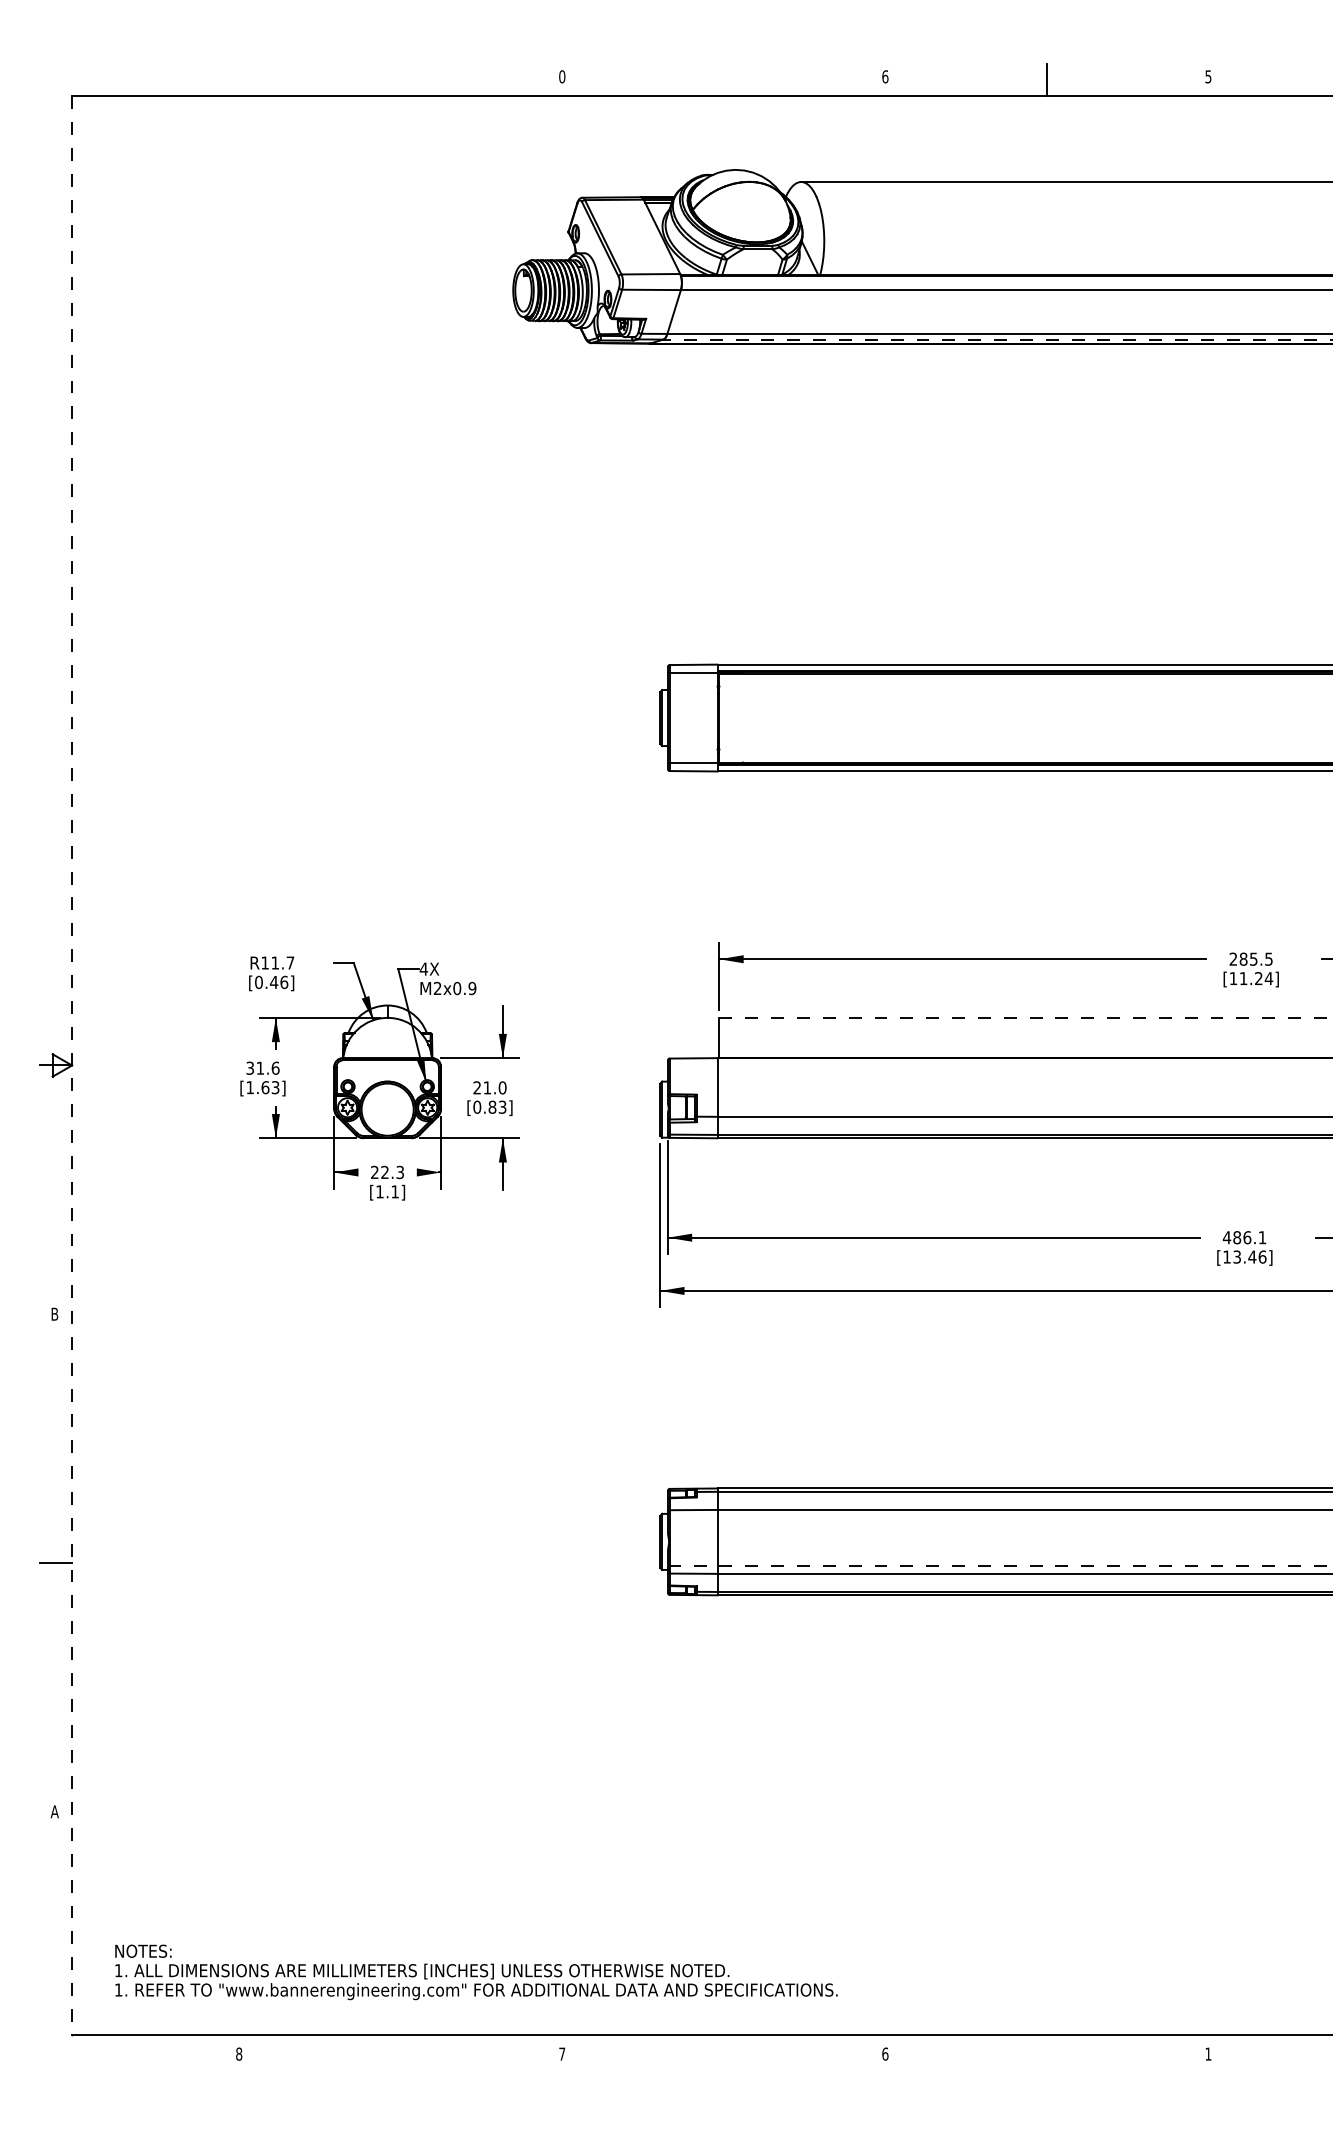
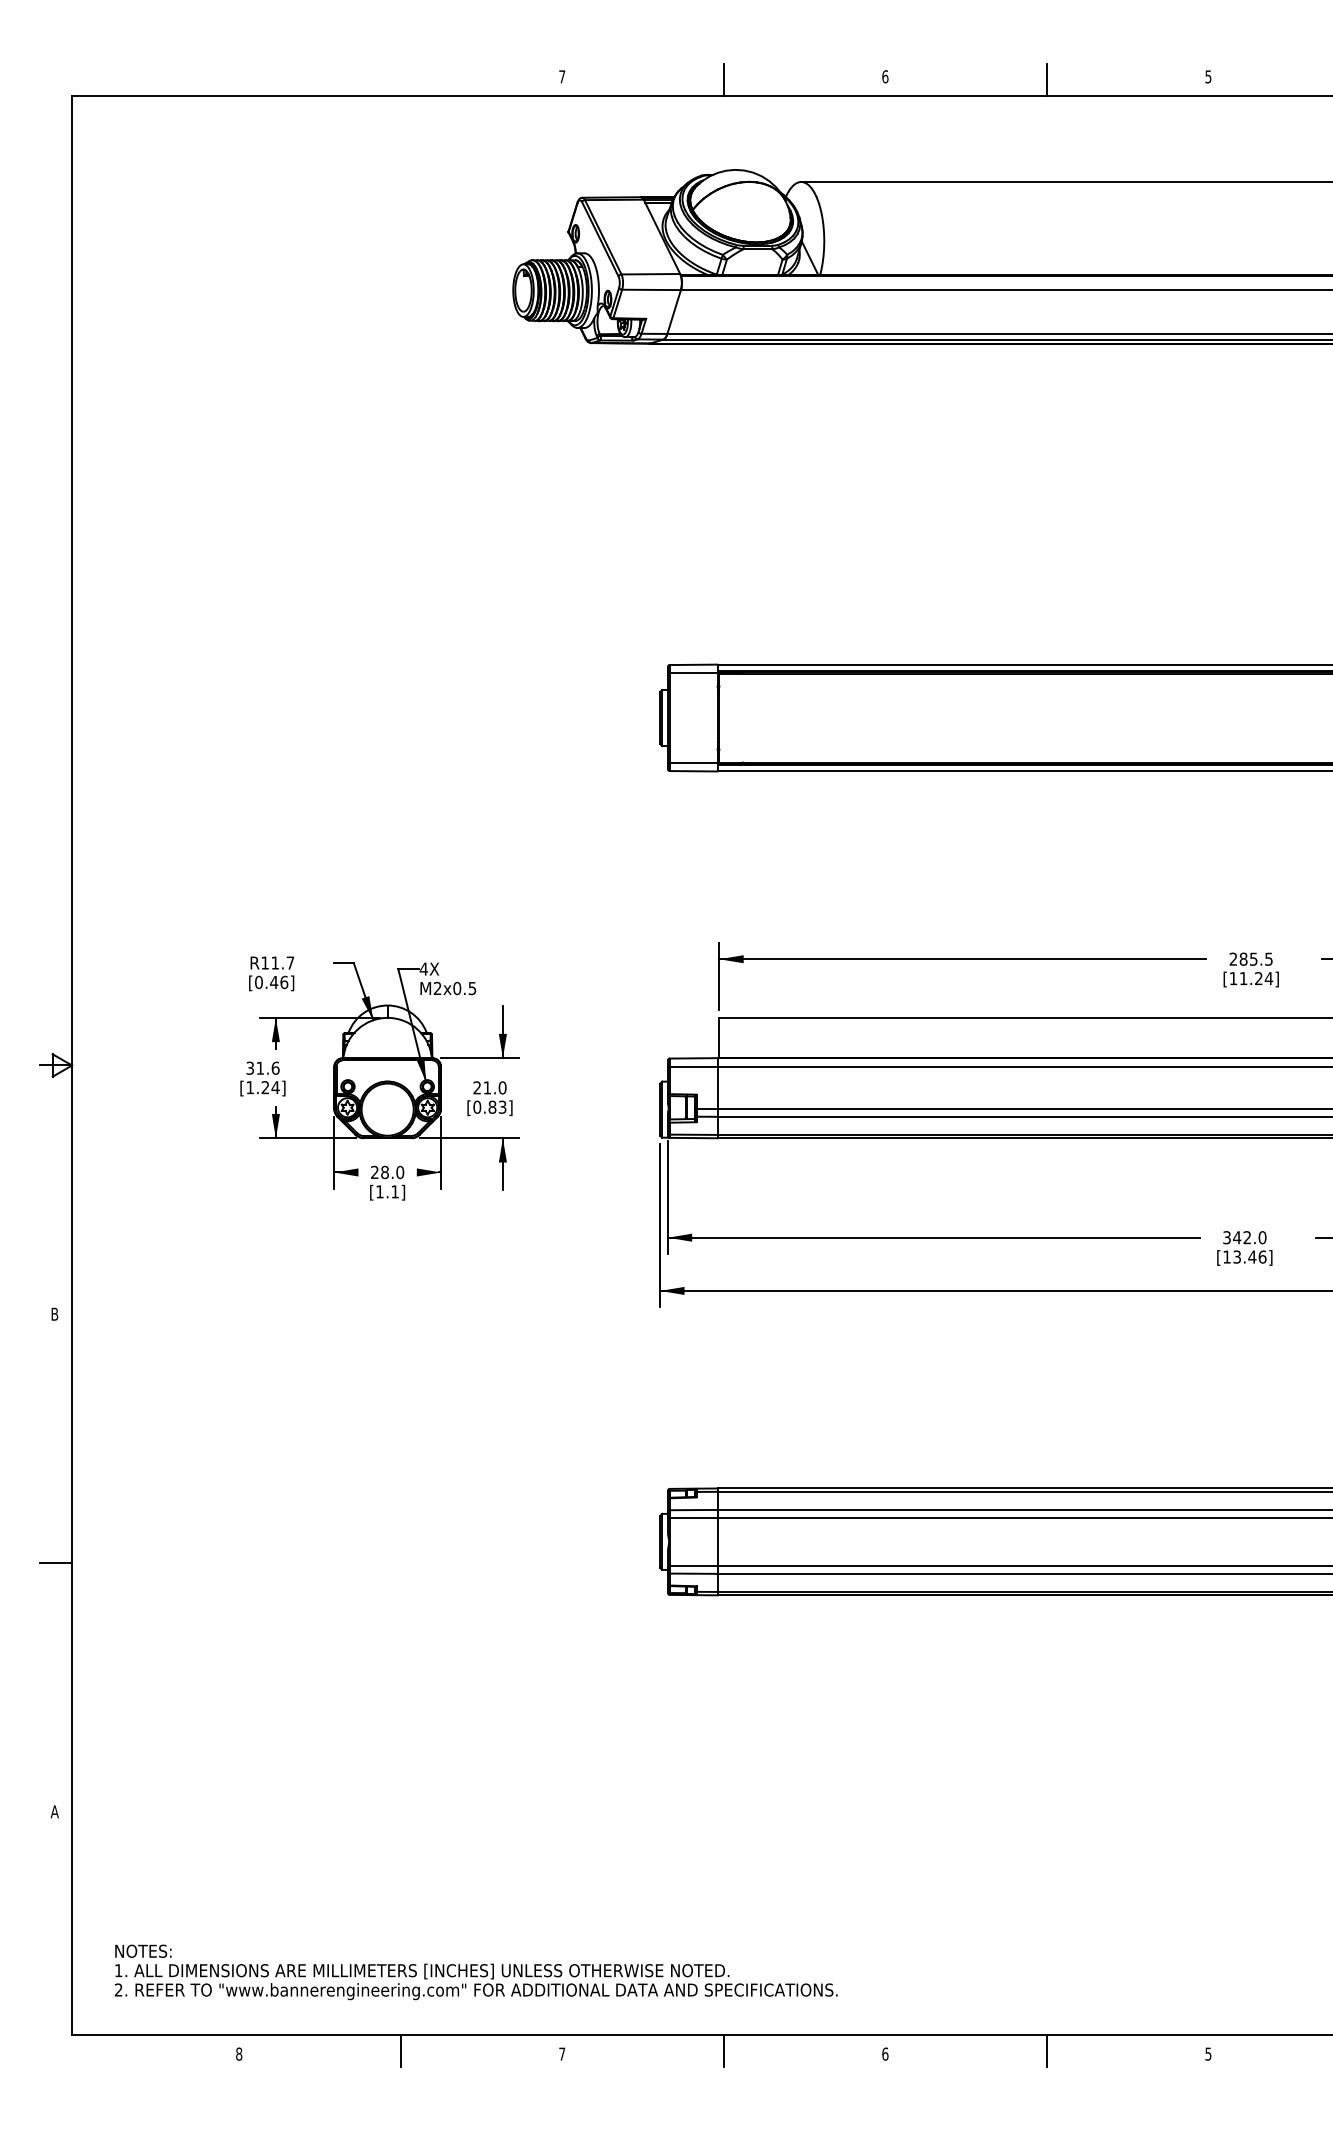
text at (562, 76): 0 -> 7
line at (723, 79): none -> present
line at (997, 339): dashed -> solid
text at (472, 987): M2x0.9 -> M2x0.5
line at (1026, 1017): dashed -> solid
line at (72, 1065): dashed -> solid
line at (998, 1066): none -> present
text at (270, 1087): [1.63] -> [1.24]
line at (1011, 1108): none -> present
text at (392, 1172): 22.3 -> 28.0
text at (1244, 1237): 486.1 -> 342.0
line at (998, 1518): none -> present
line at (999, 1565): dashed -> solid
text at (118, 1989): 1. -> 2.
line at (400, 2050): none -> present
line at (723, 2050): none -> present
line at (1046, 2050): none -> present
text at (1208, 2053): 1 -> 5
